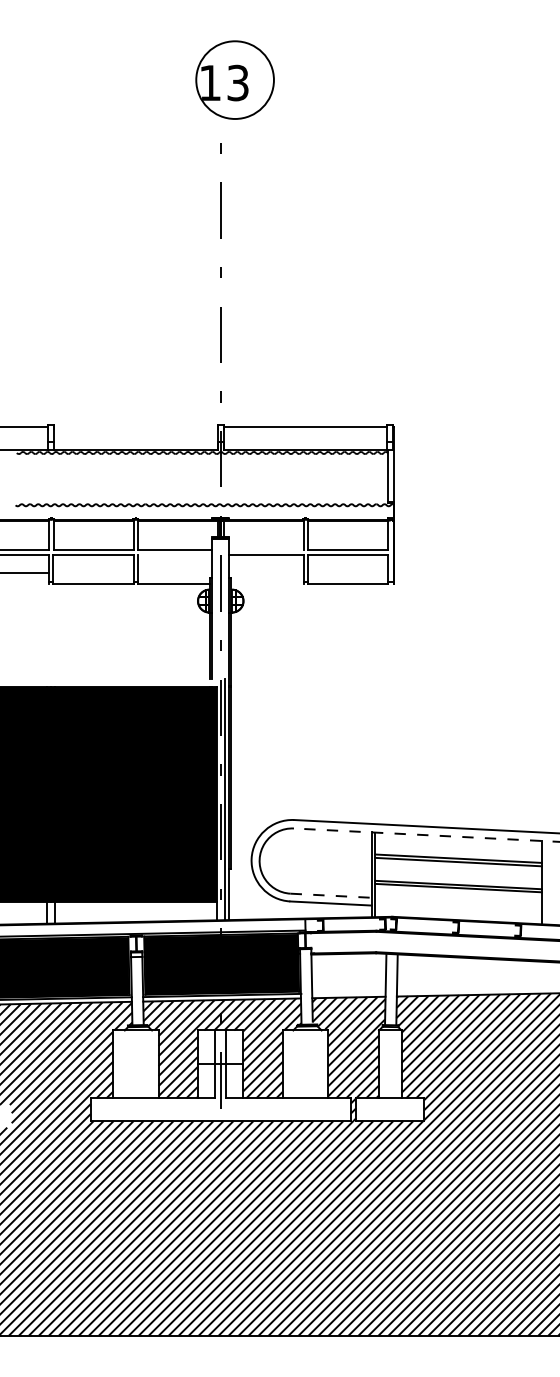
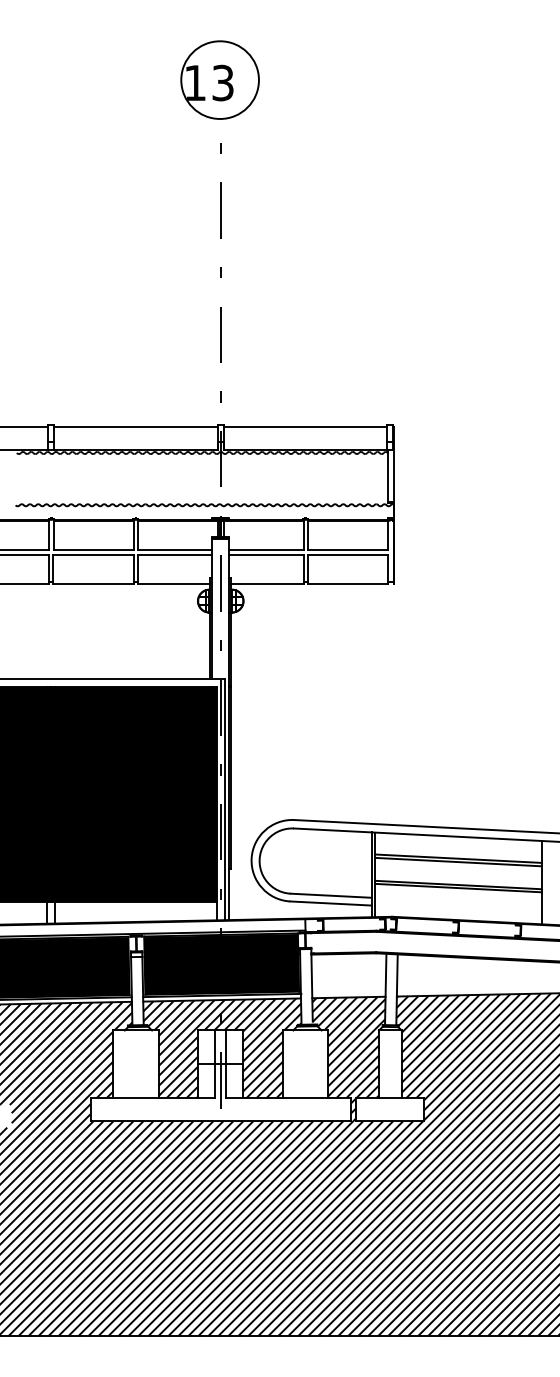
part at (234, 79) position: (234, 79) -> (219, 79)
line at (135, 426): none -> present
line at (266, 550): none -> present
line at (175, 554): none -> present
line at (25, 573) position: (25, 573) -> (25, 584)
line at (267, 584): none -> present
line at (113, 678): none -> present
line at (426, 835): dashed -> solid
line at (331, 895): dashed -> solid
